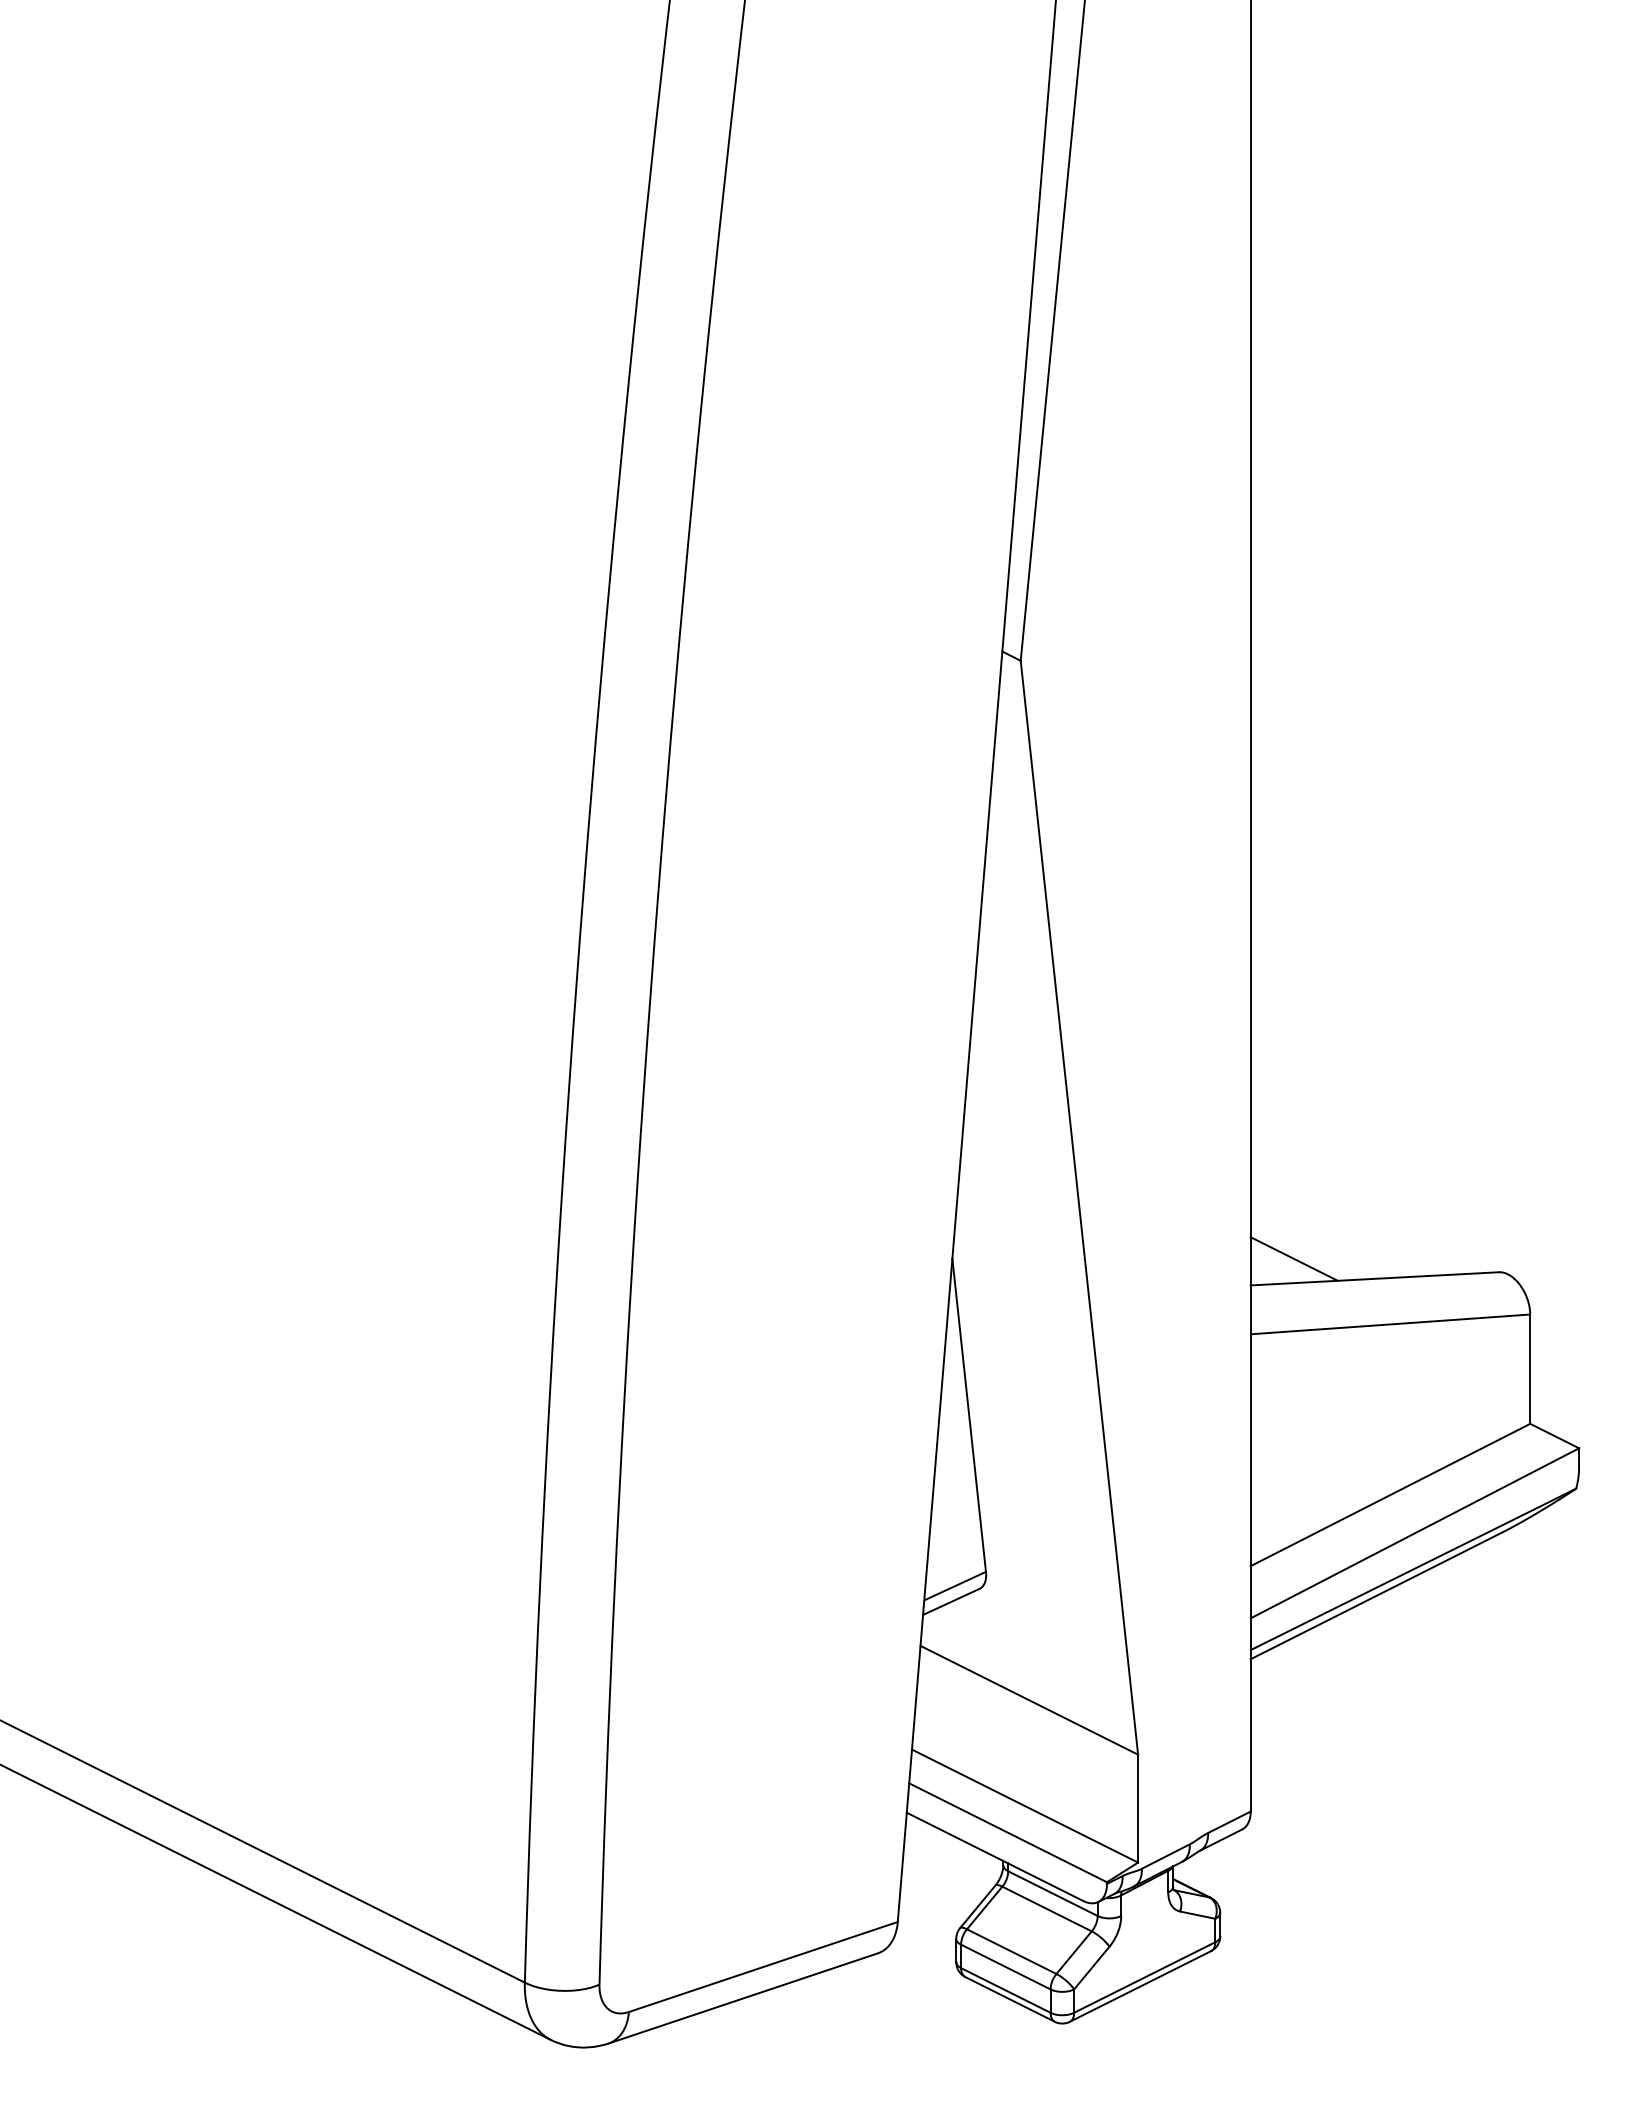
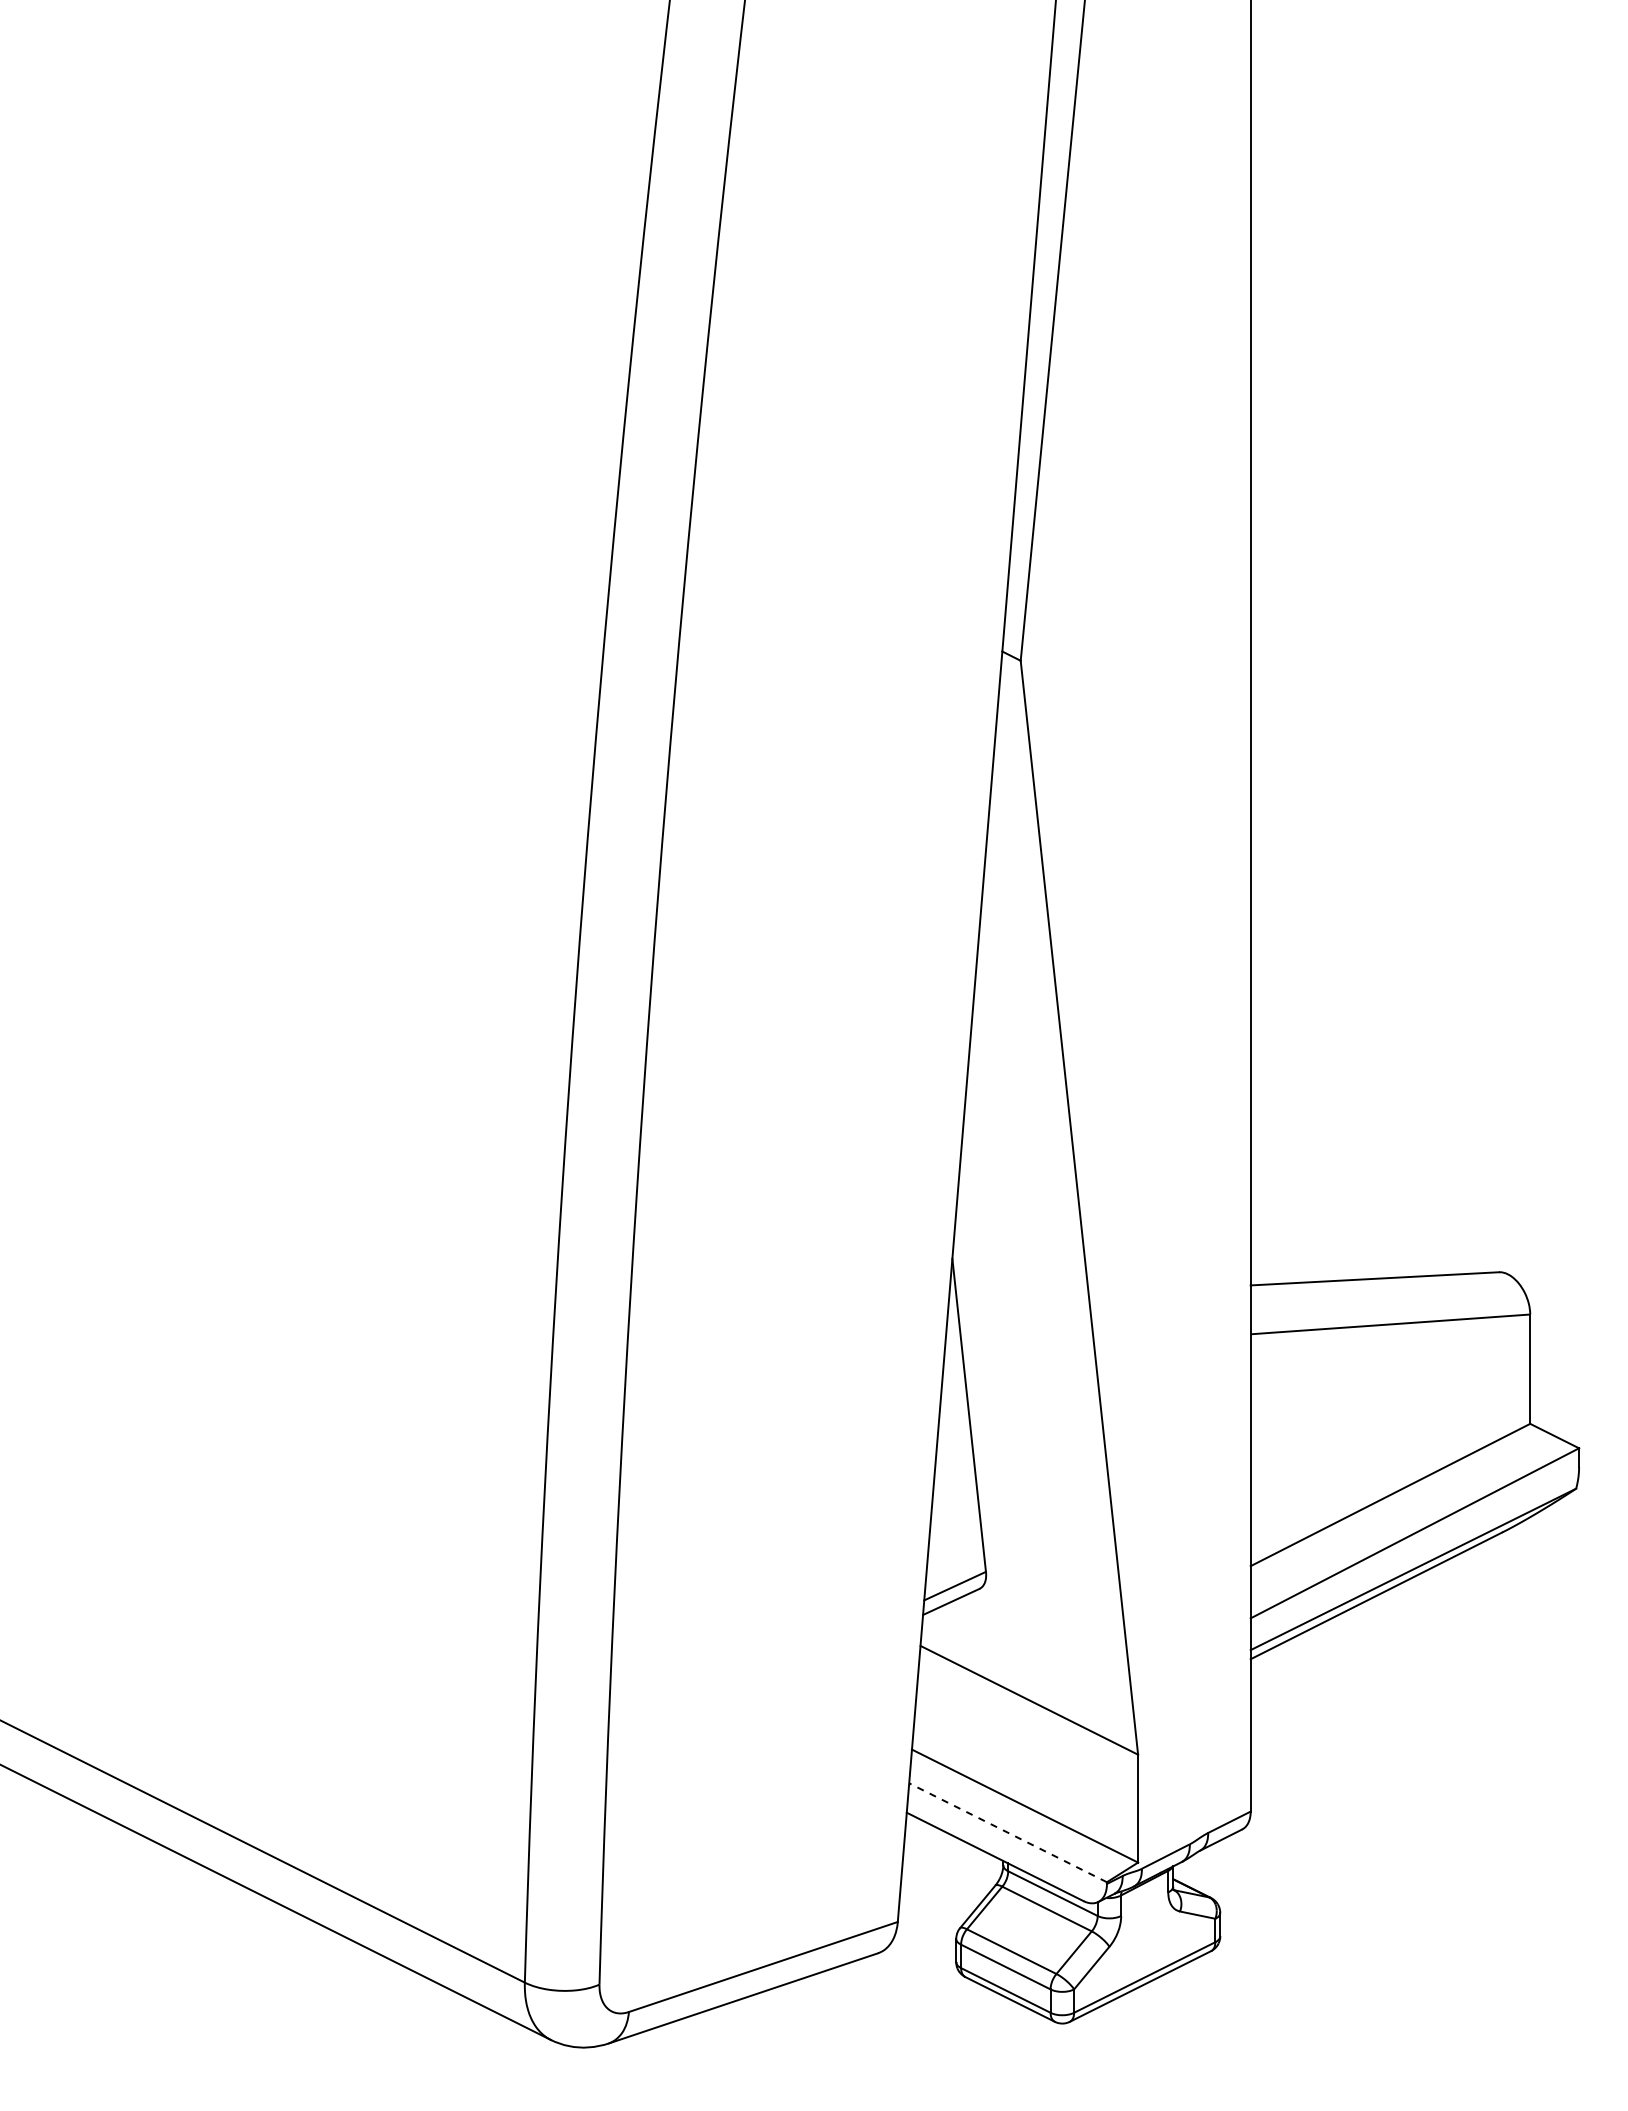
line at (1293, 1258): present -> none
line at (1008, 1832): solid -> dashed
